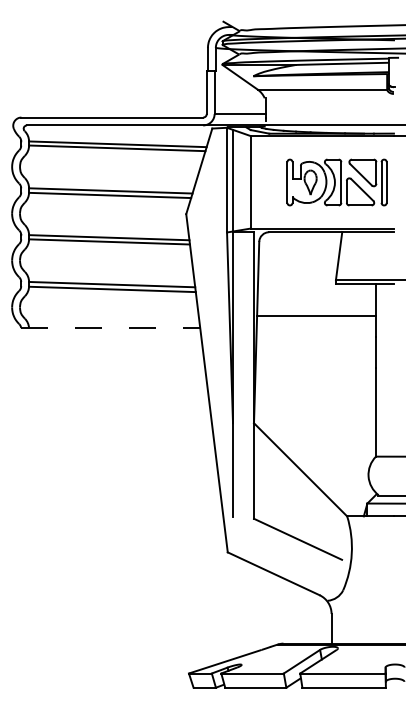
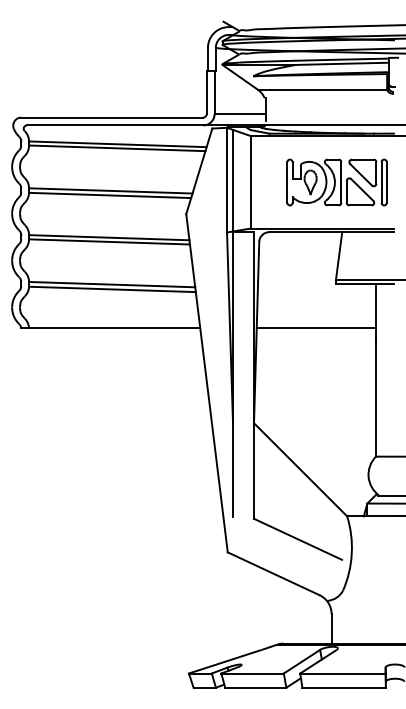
line at (316, 316) position: (316, 316) -> (316, 328)
line at (110, 328): dashed -> solid
